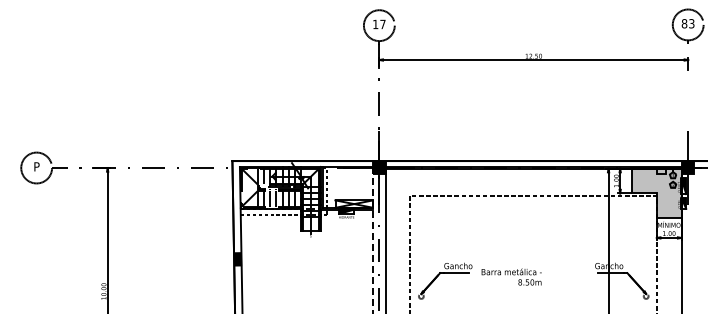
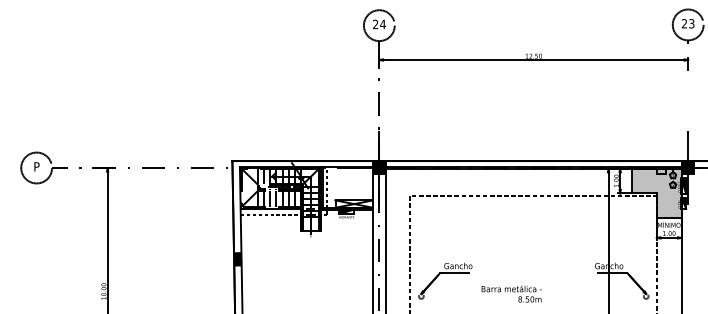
text at (684, 23): 83 -> 23
text at (379, 24): 17 -> 24
line at (372, 240): dashed -> solid
text at (511, 276) position: (511, 276) -> (511, 293)
